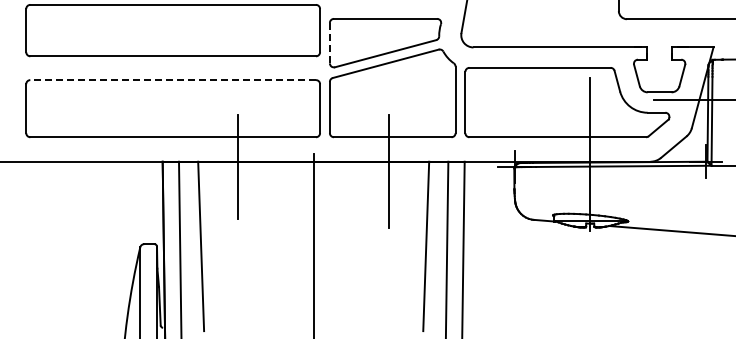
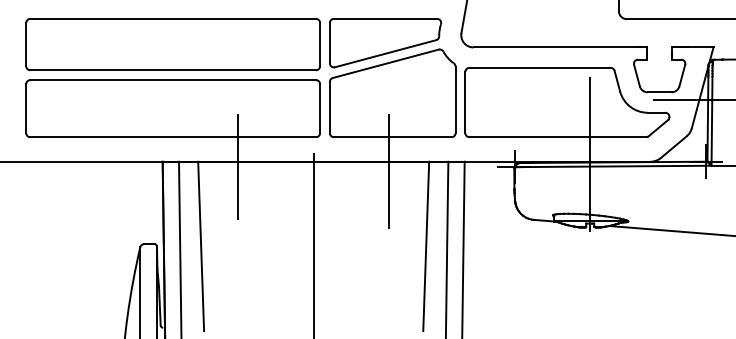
part at (172, 30) position: (172, 30) -> (172, 44)
line at (329, 43): dashed -> solid
line at (173, 80): dashed -> solid
